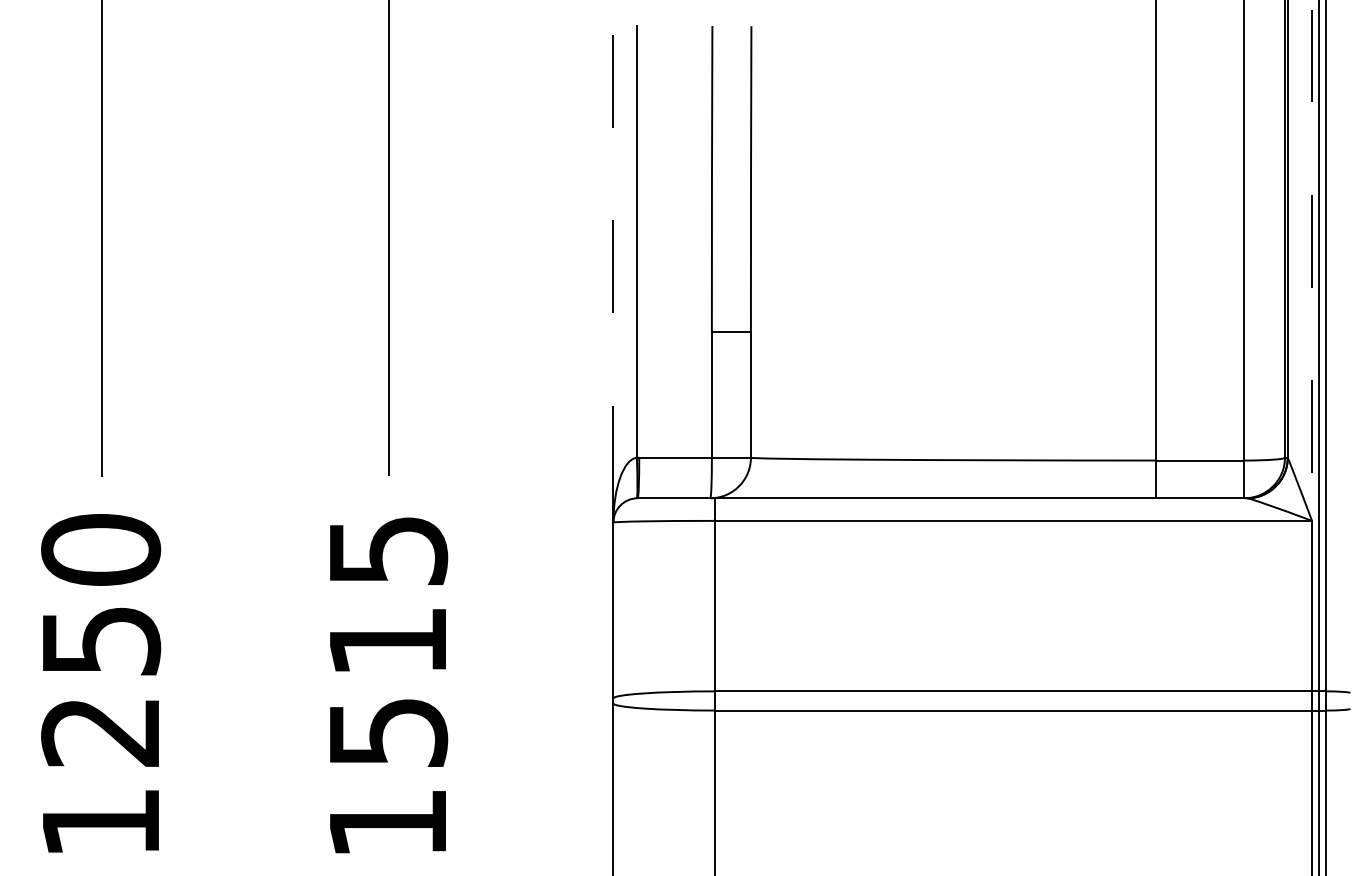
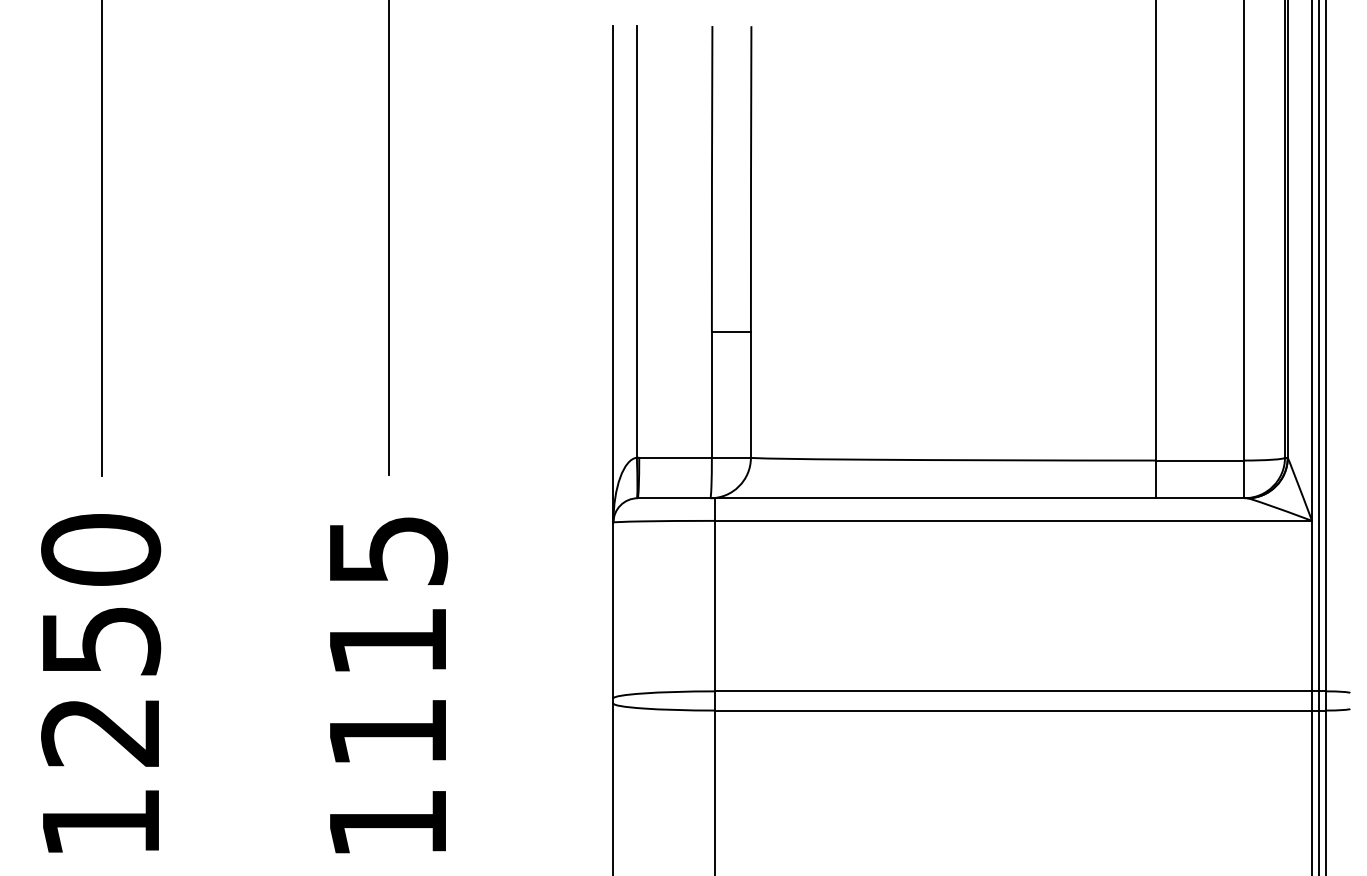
line at (1312, 260): dashed -> solid
line at (613, 261): dashed -> solid
text at (389, 732): 1515 -> 1115
